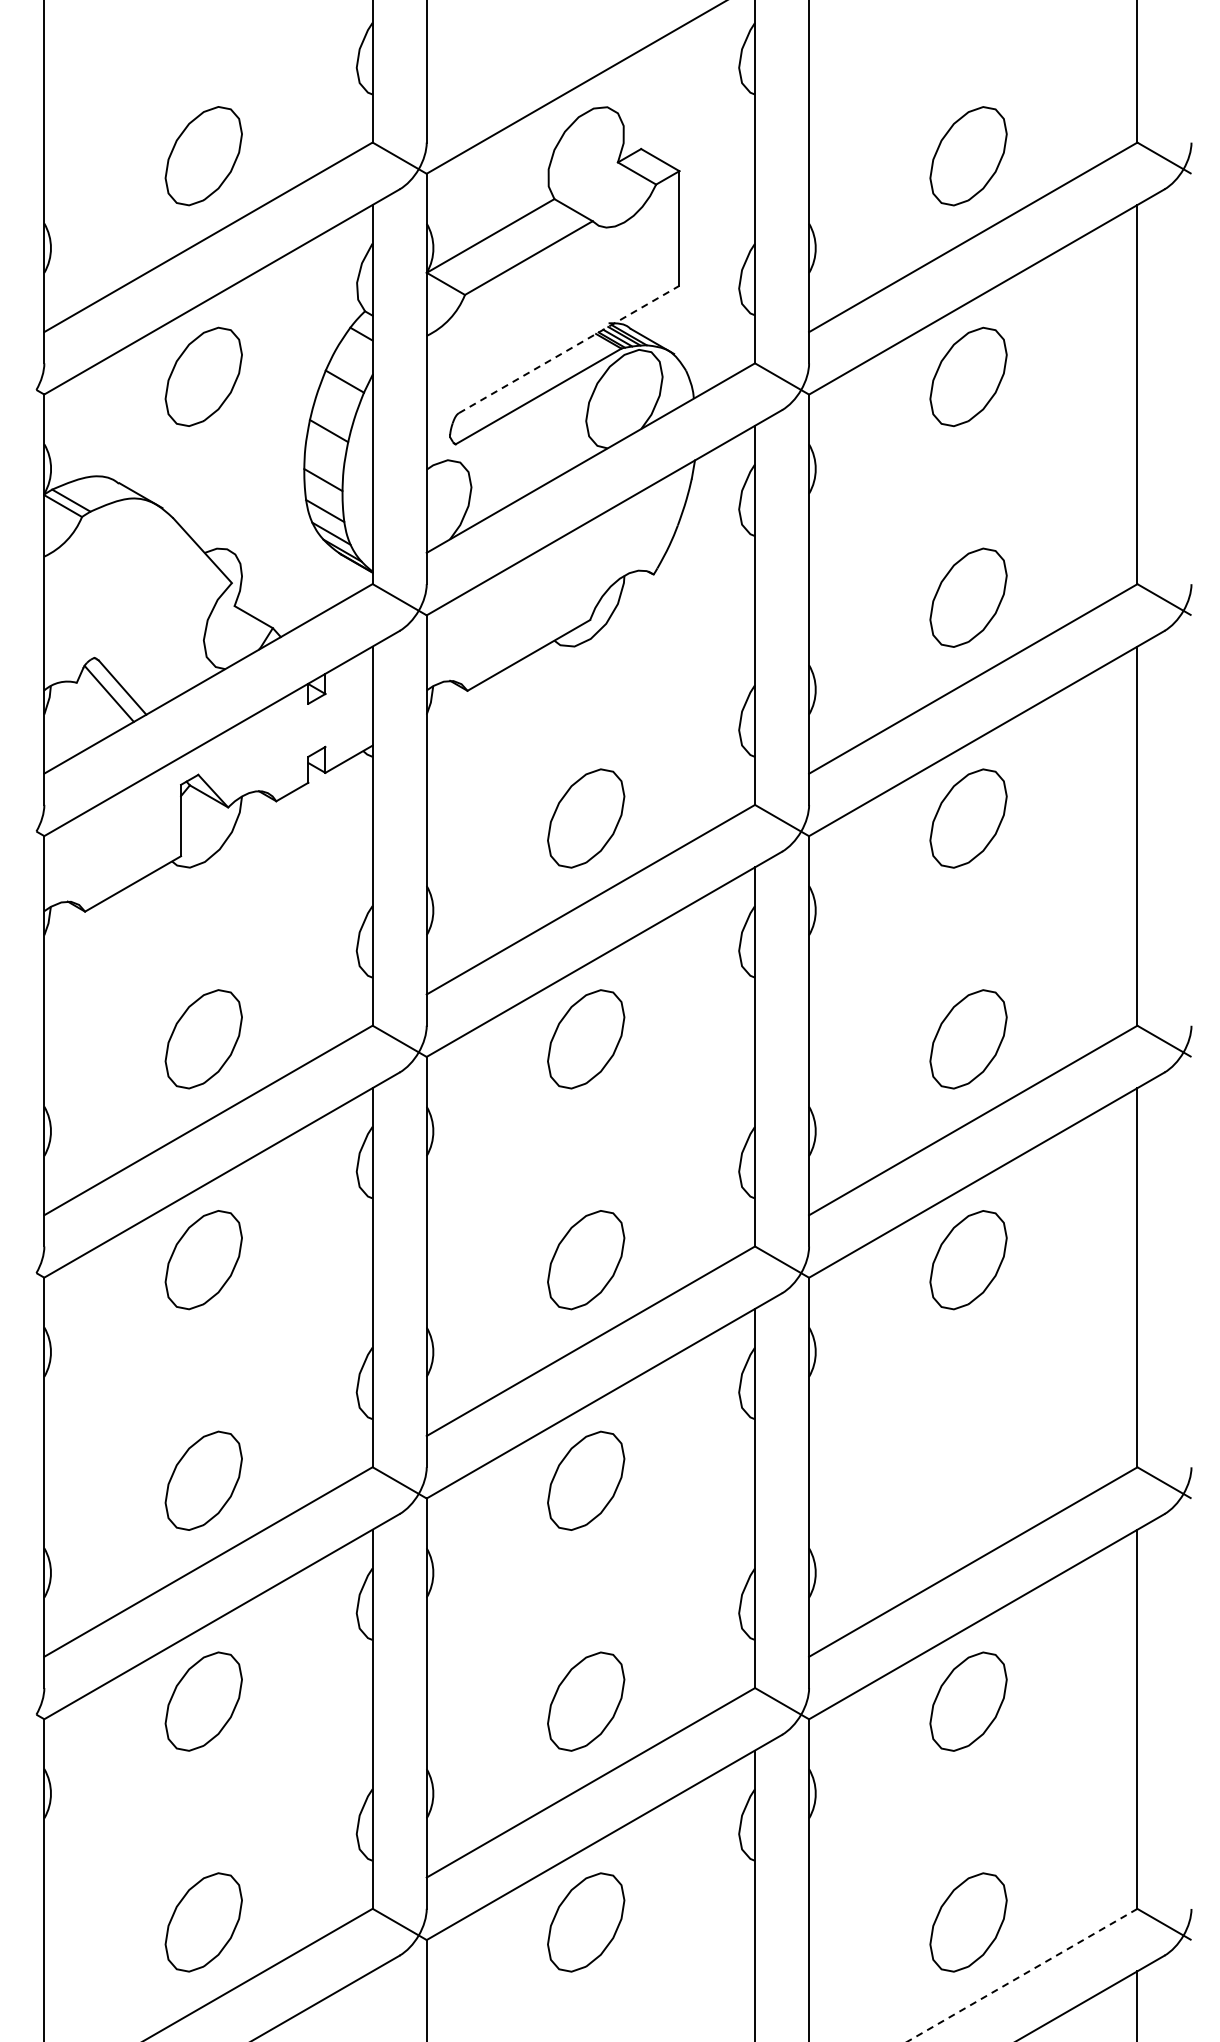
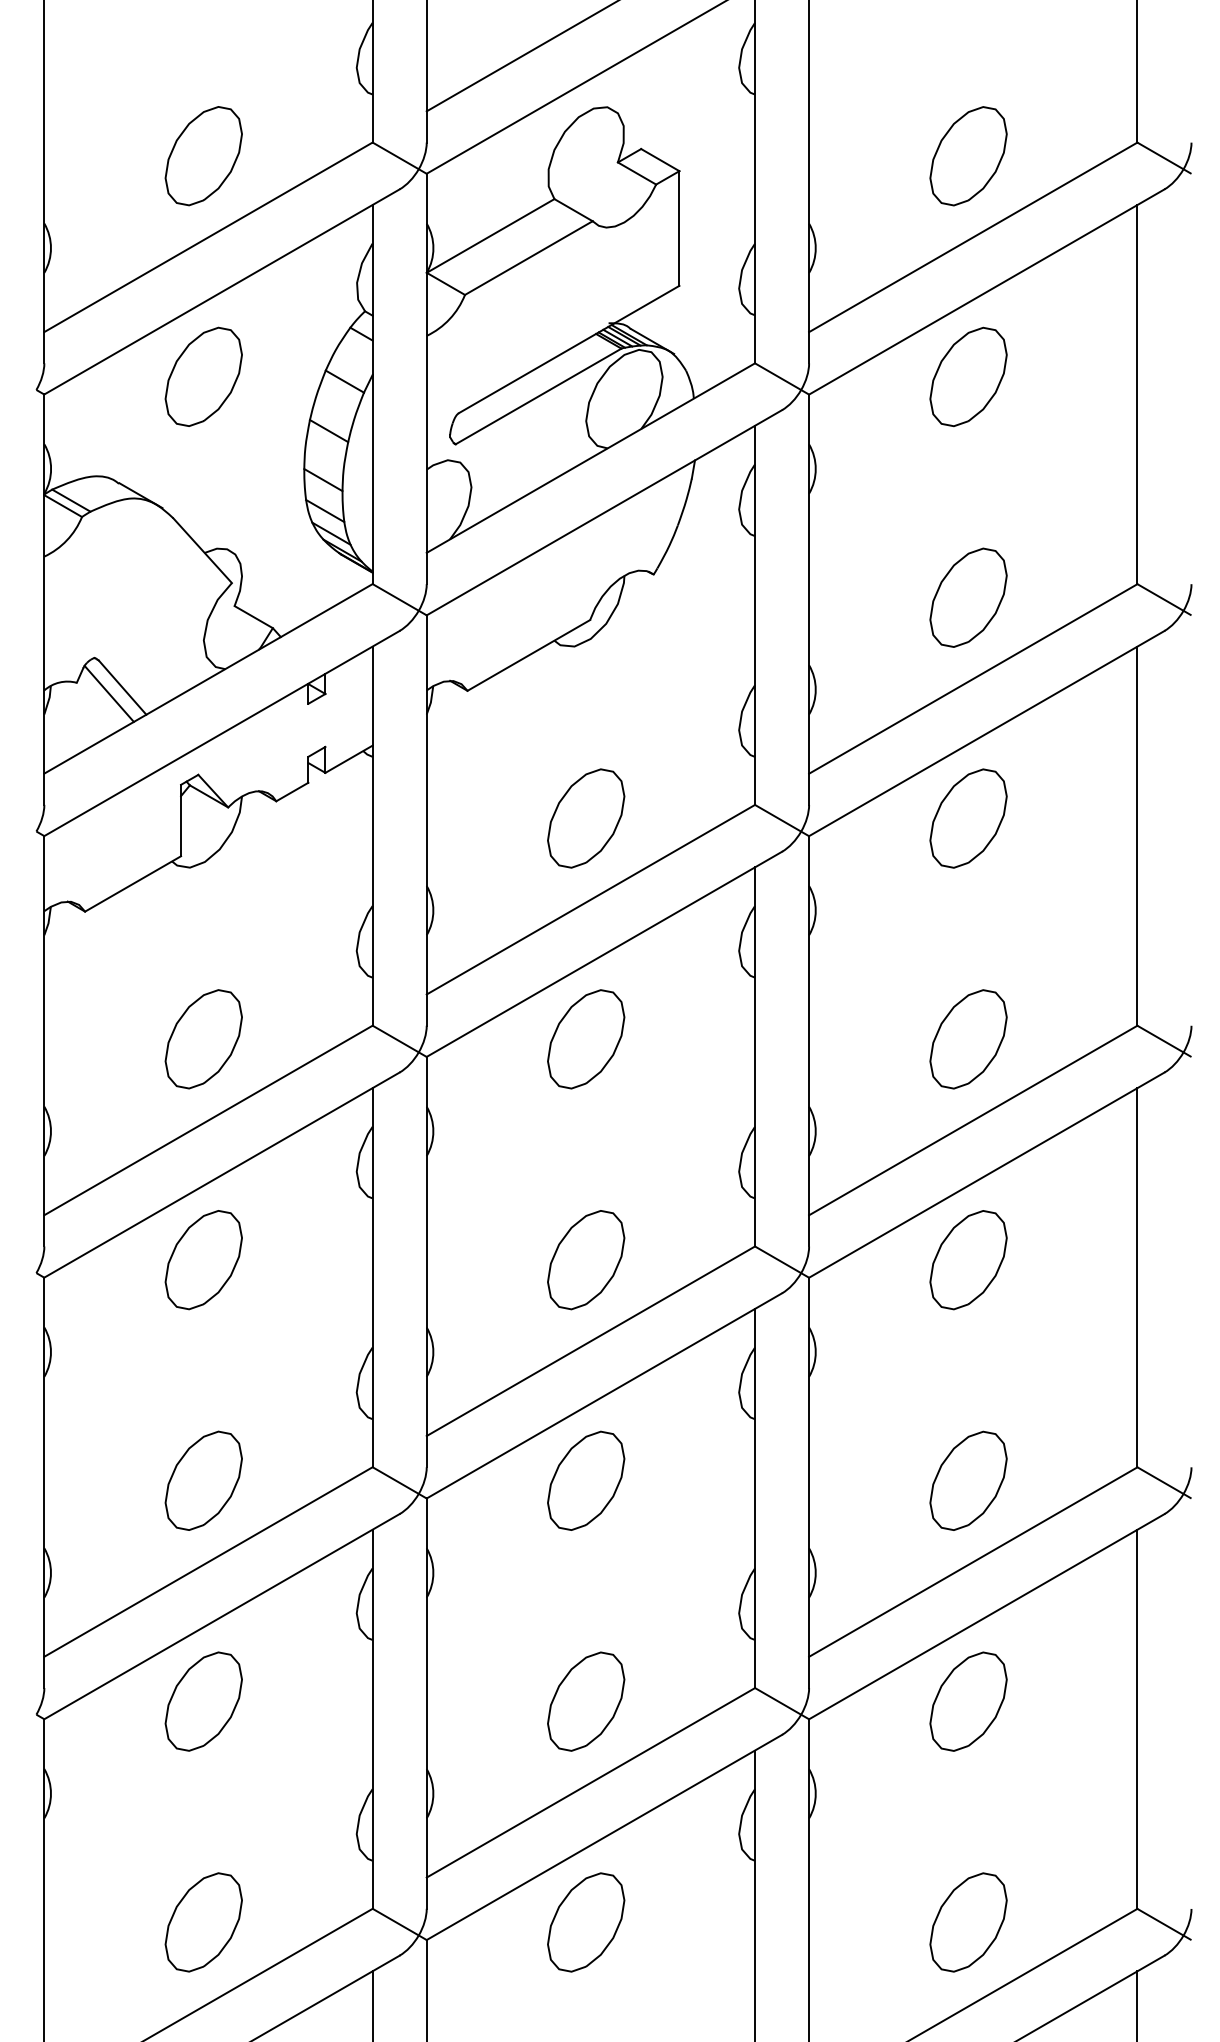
line at (520, 56): none -> present
line at (569, 349): dashed -> solid
part at (968, 1480): none -> present
line at (1022, 1975): dashed -> solid
line at (372, 2004): none -> present
